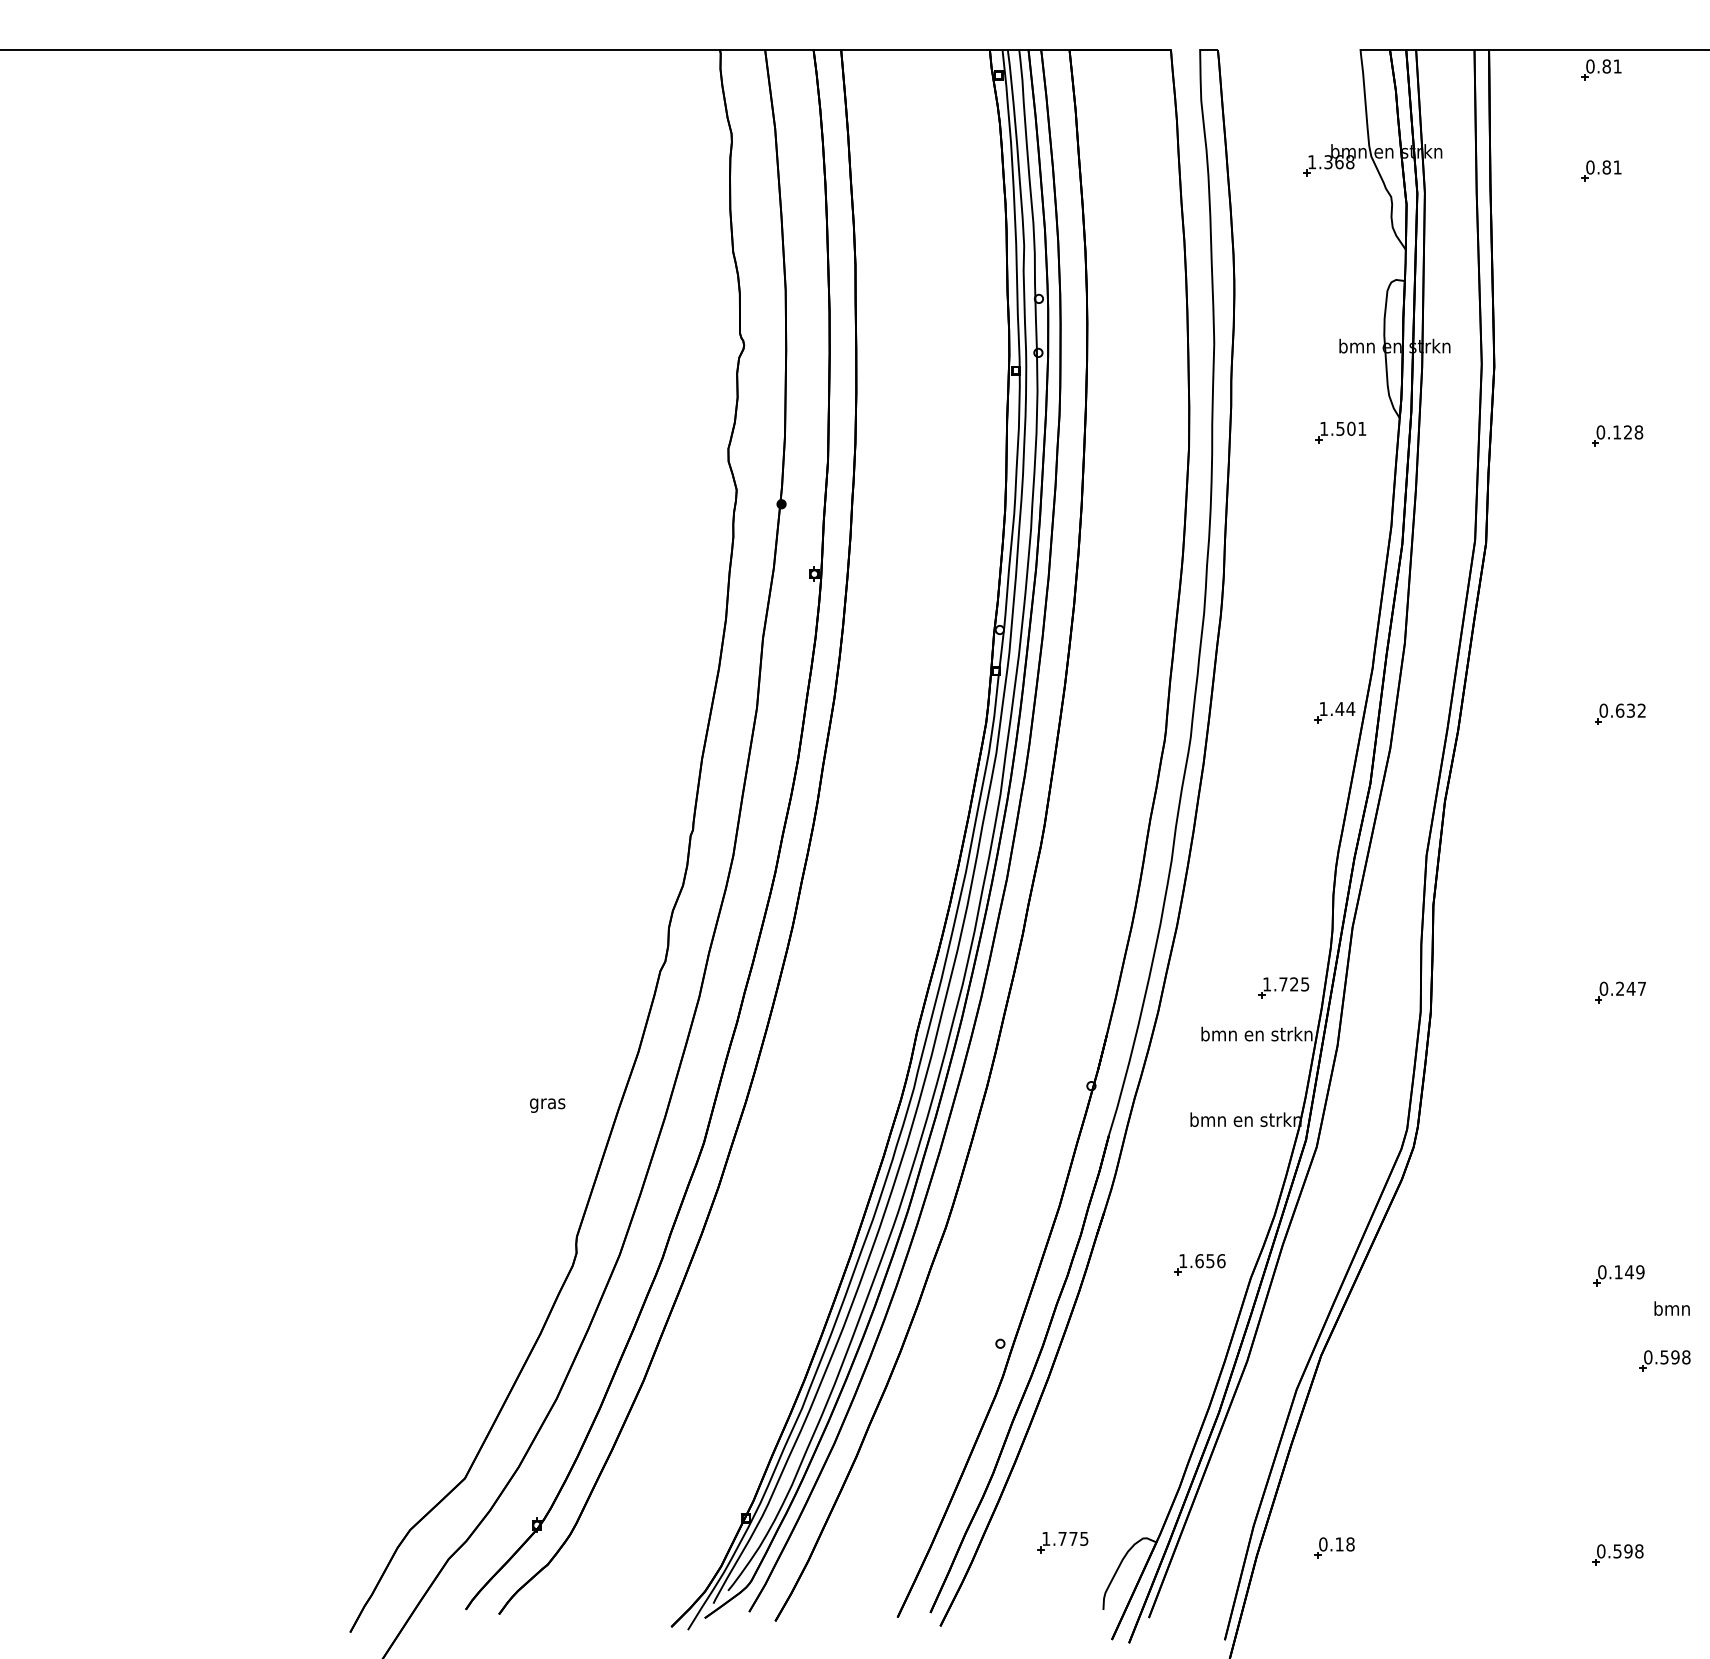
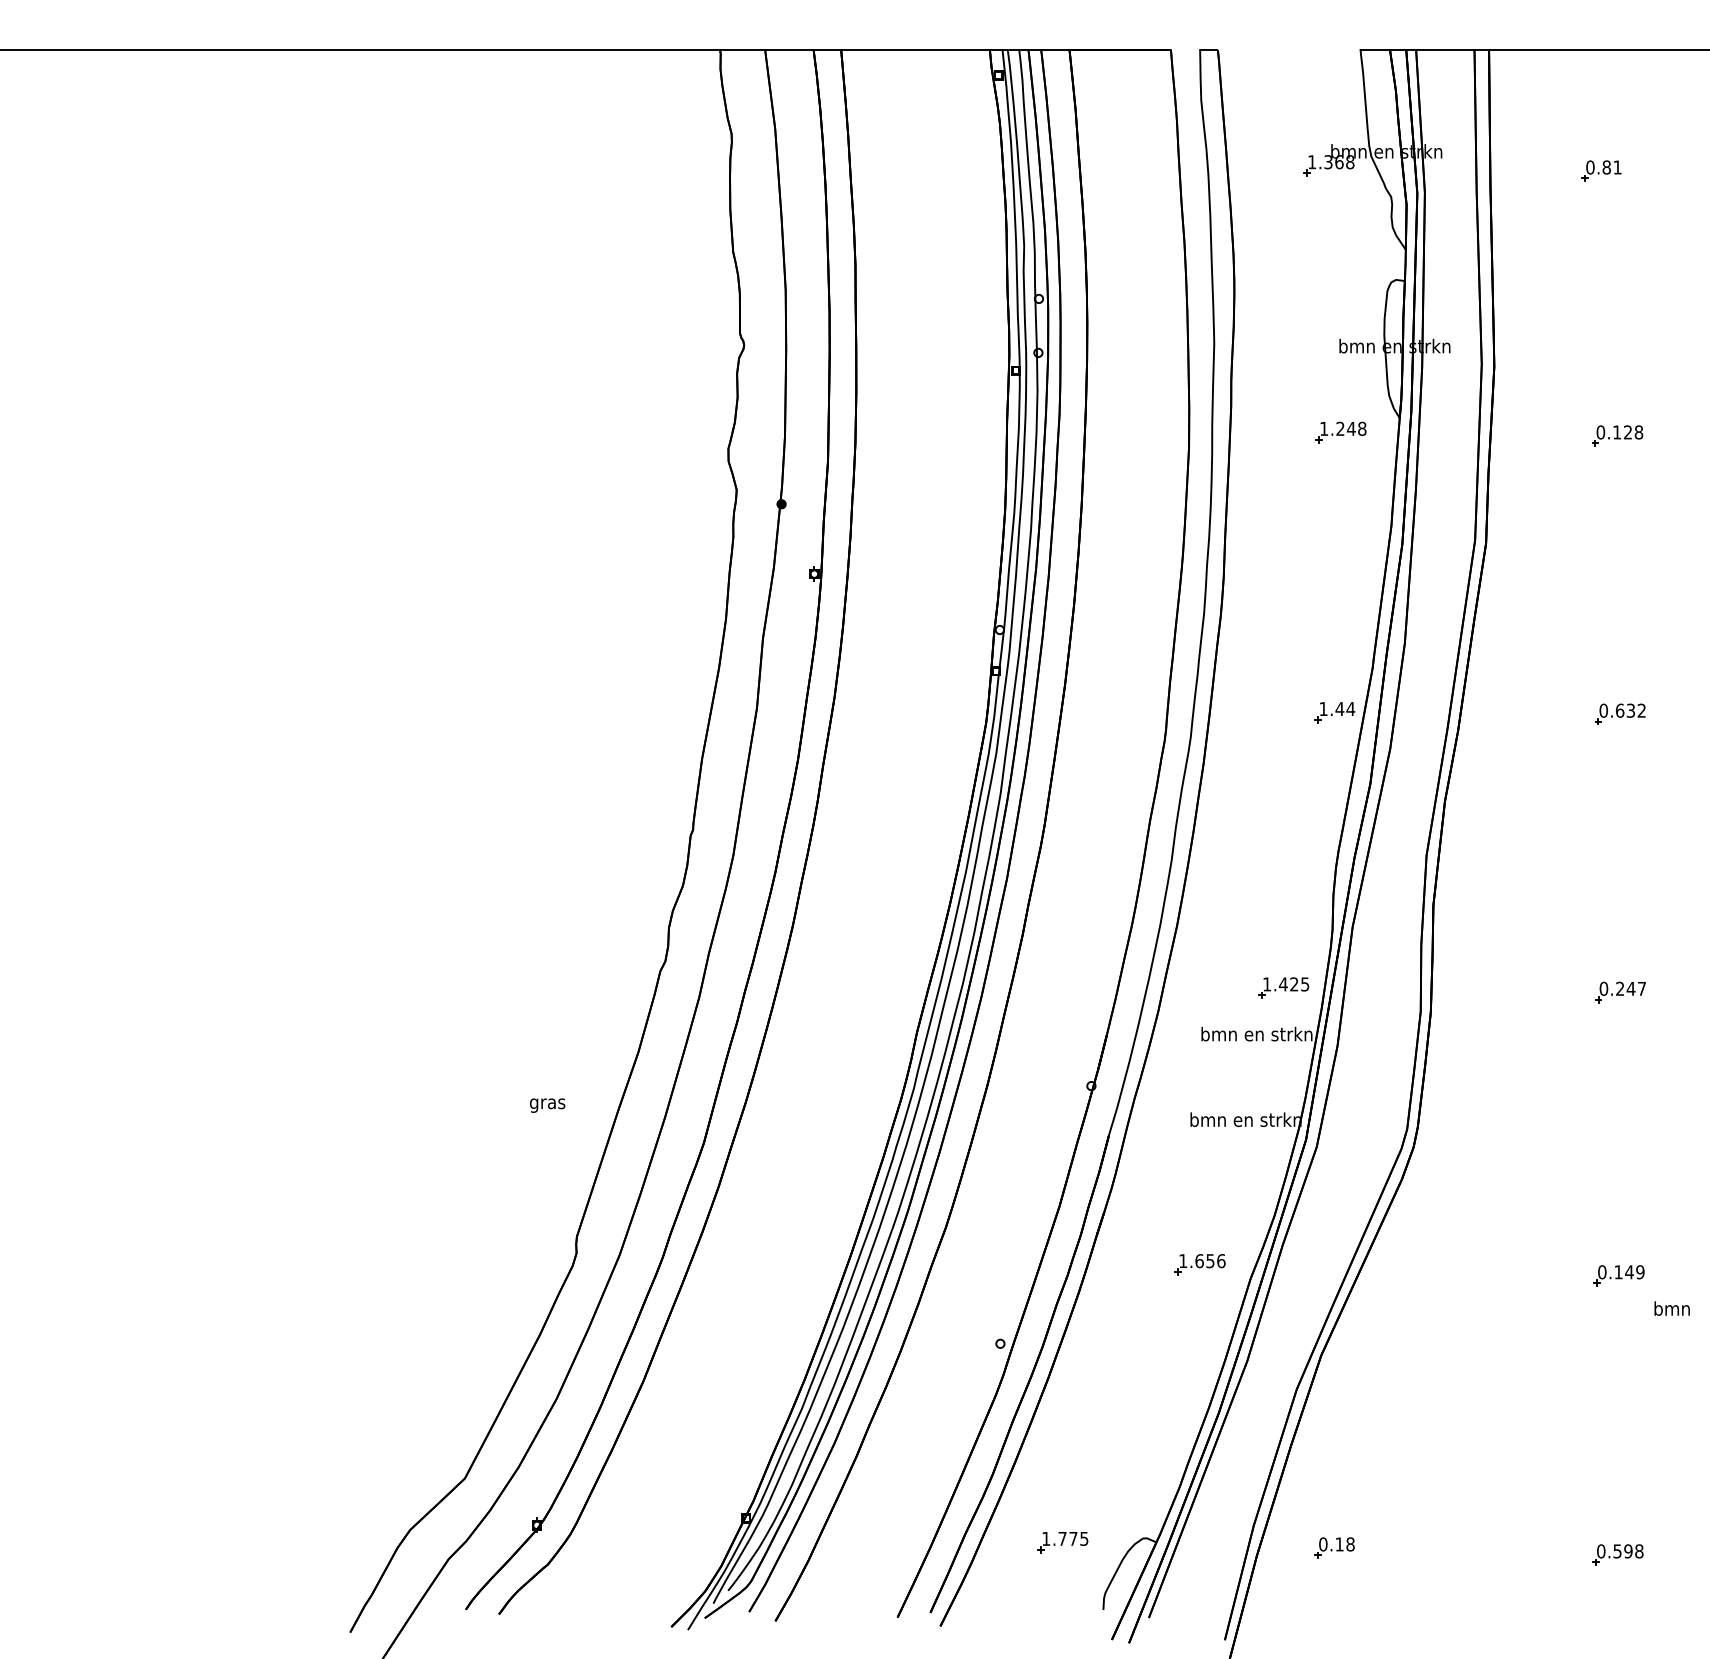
part at (1601, 69): present -> none
text at (1351, 428): 1.501 -> 1.248
text at (1283, 984): 1.725 -> 1.425
part at (1664, 1360): present -> none
